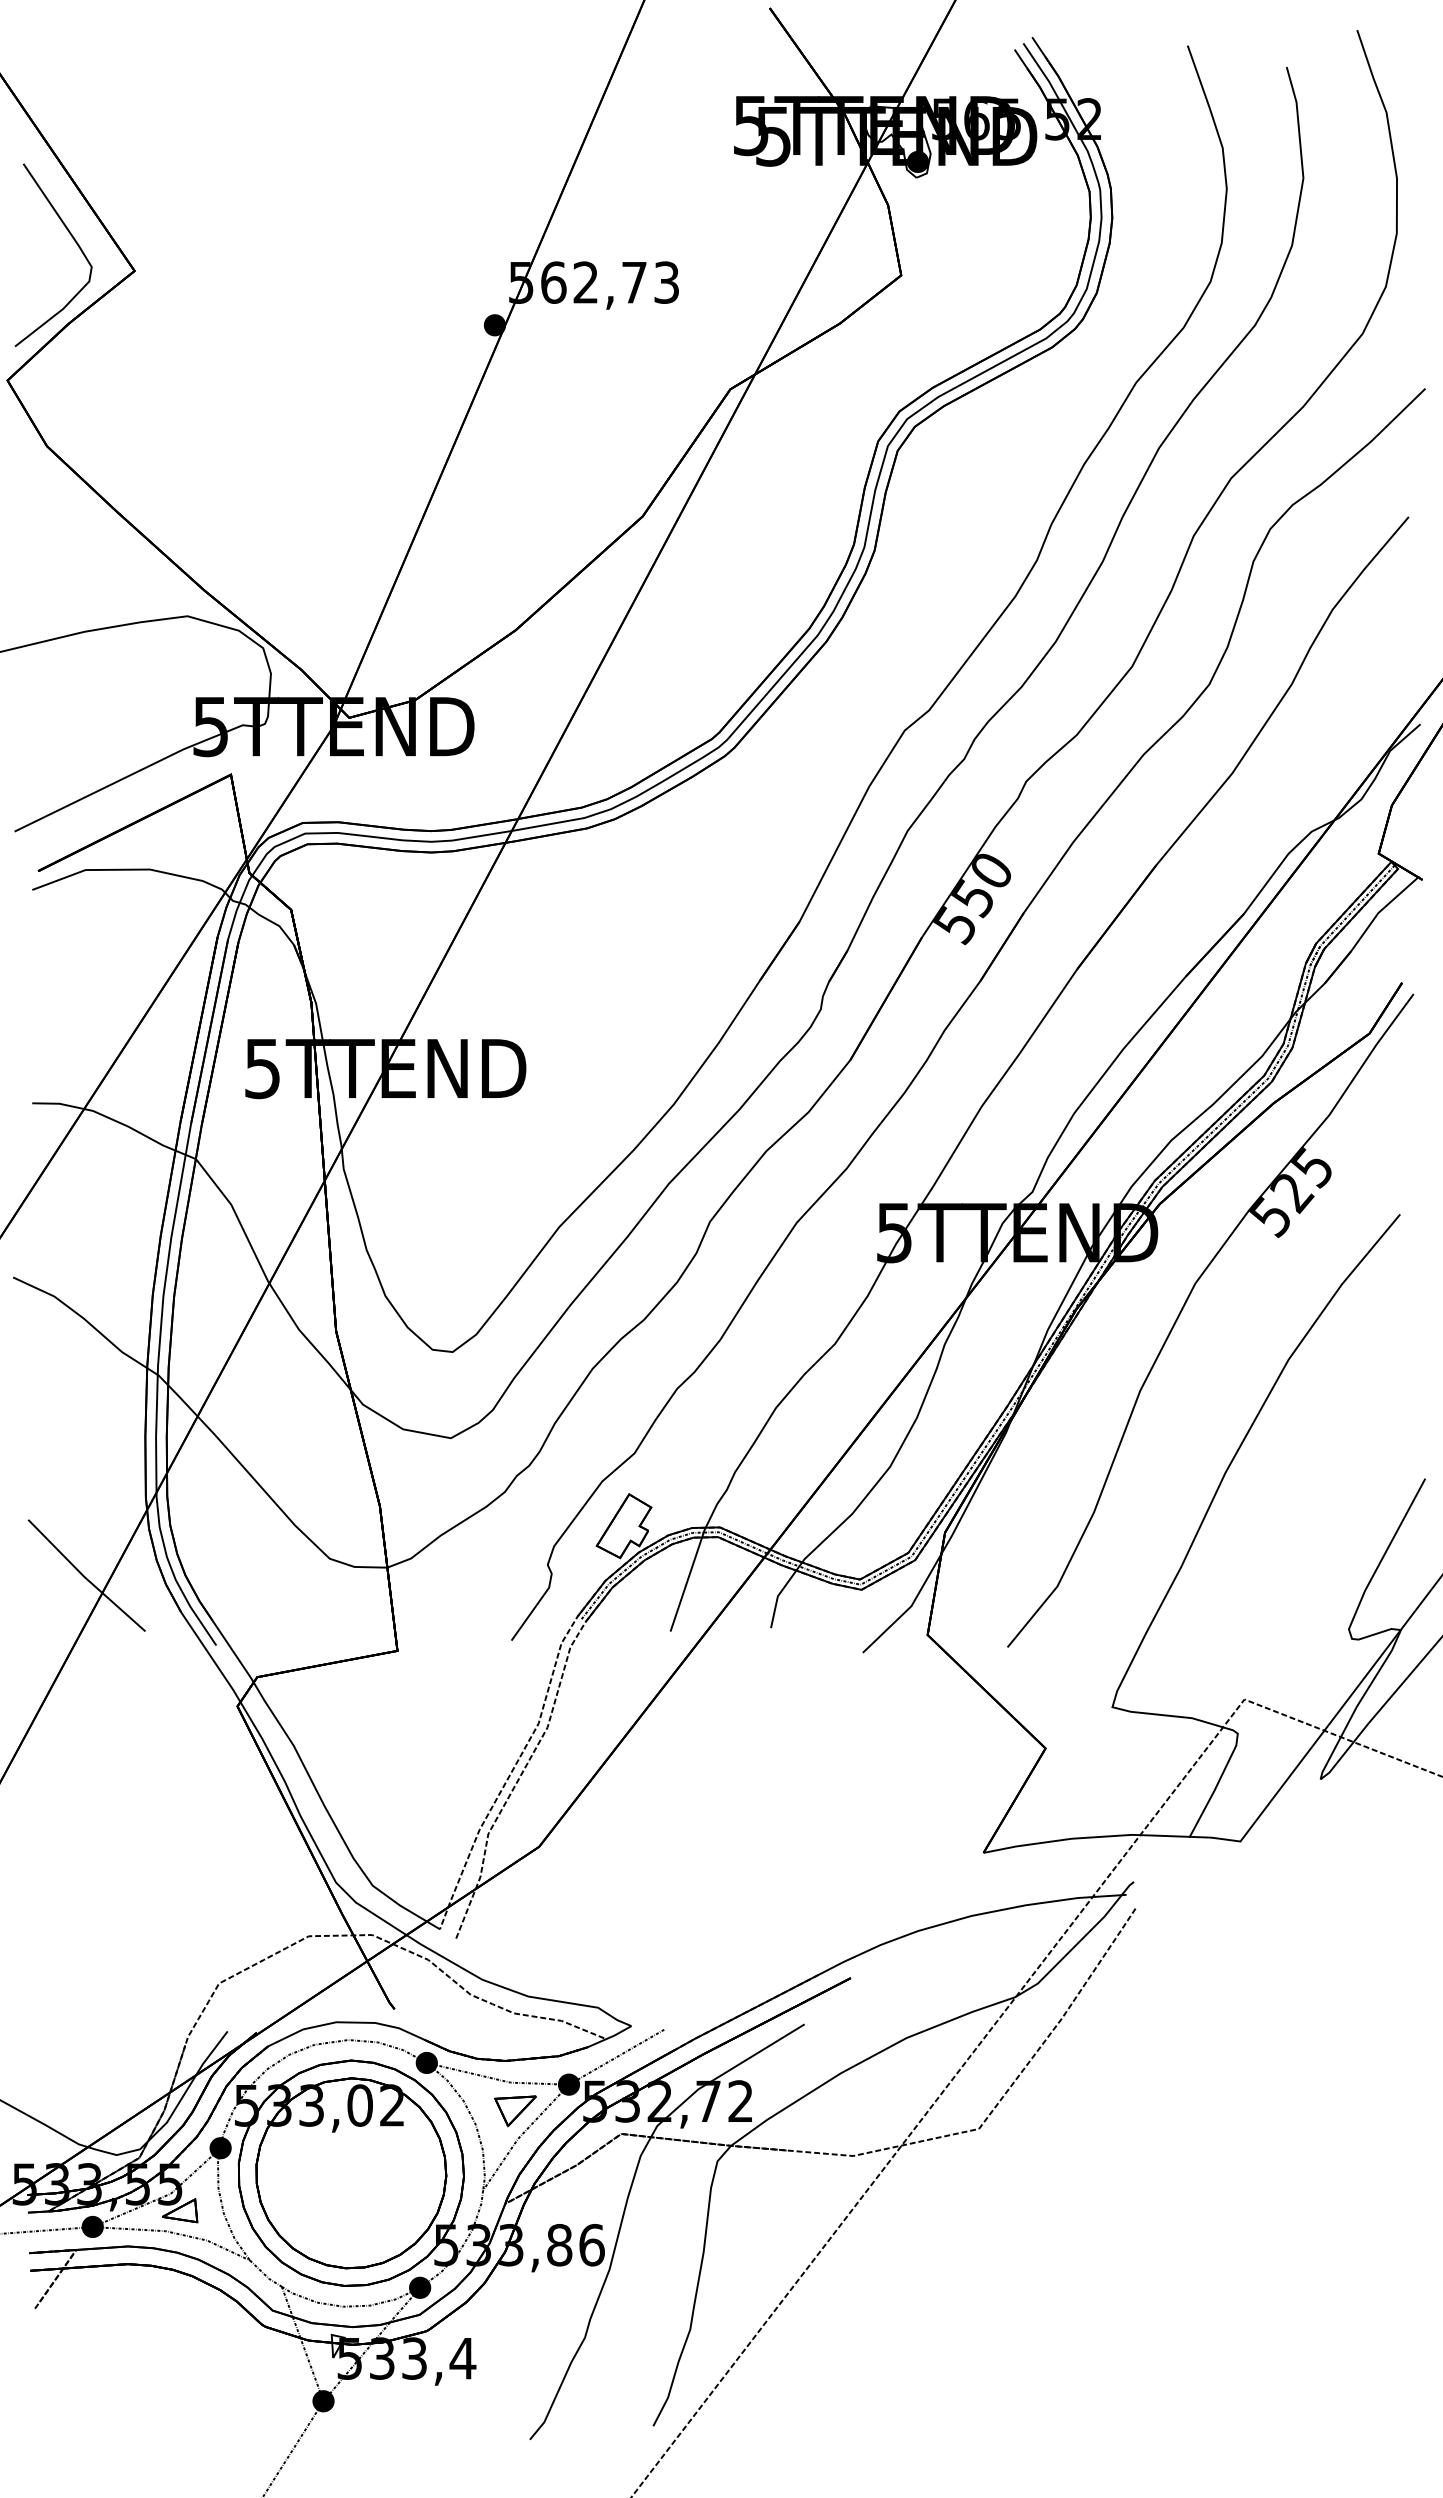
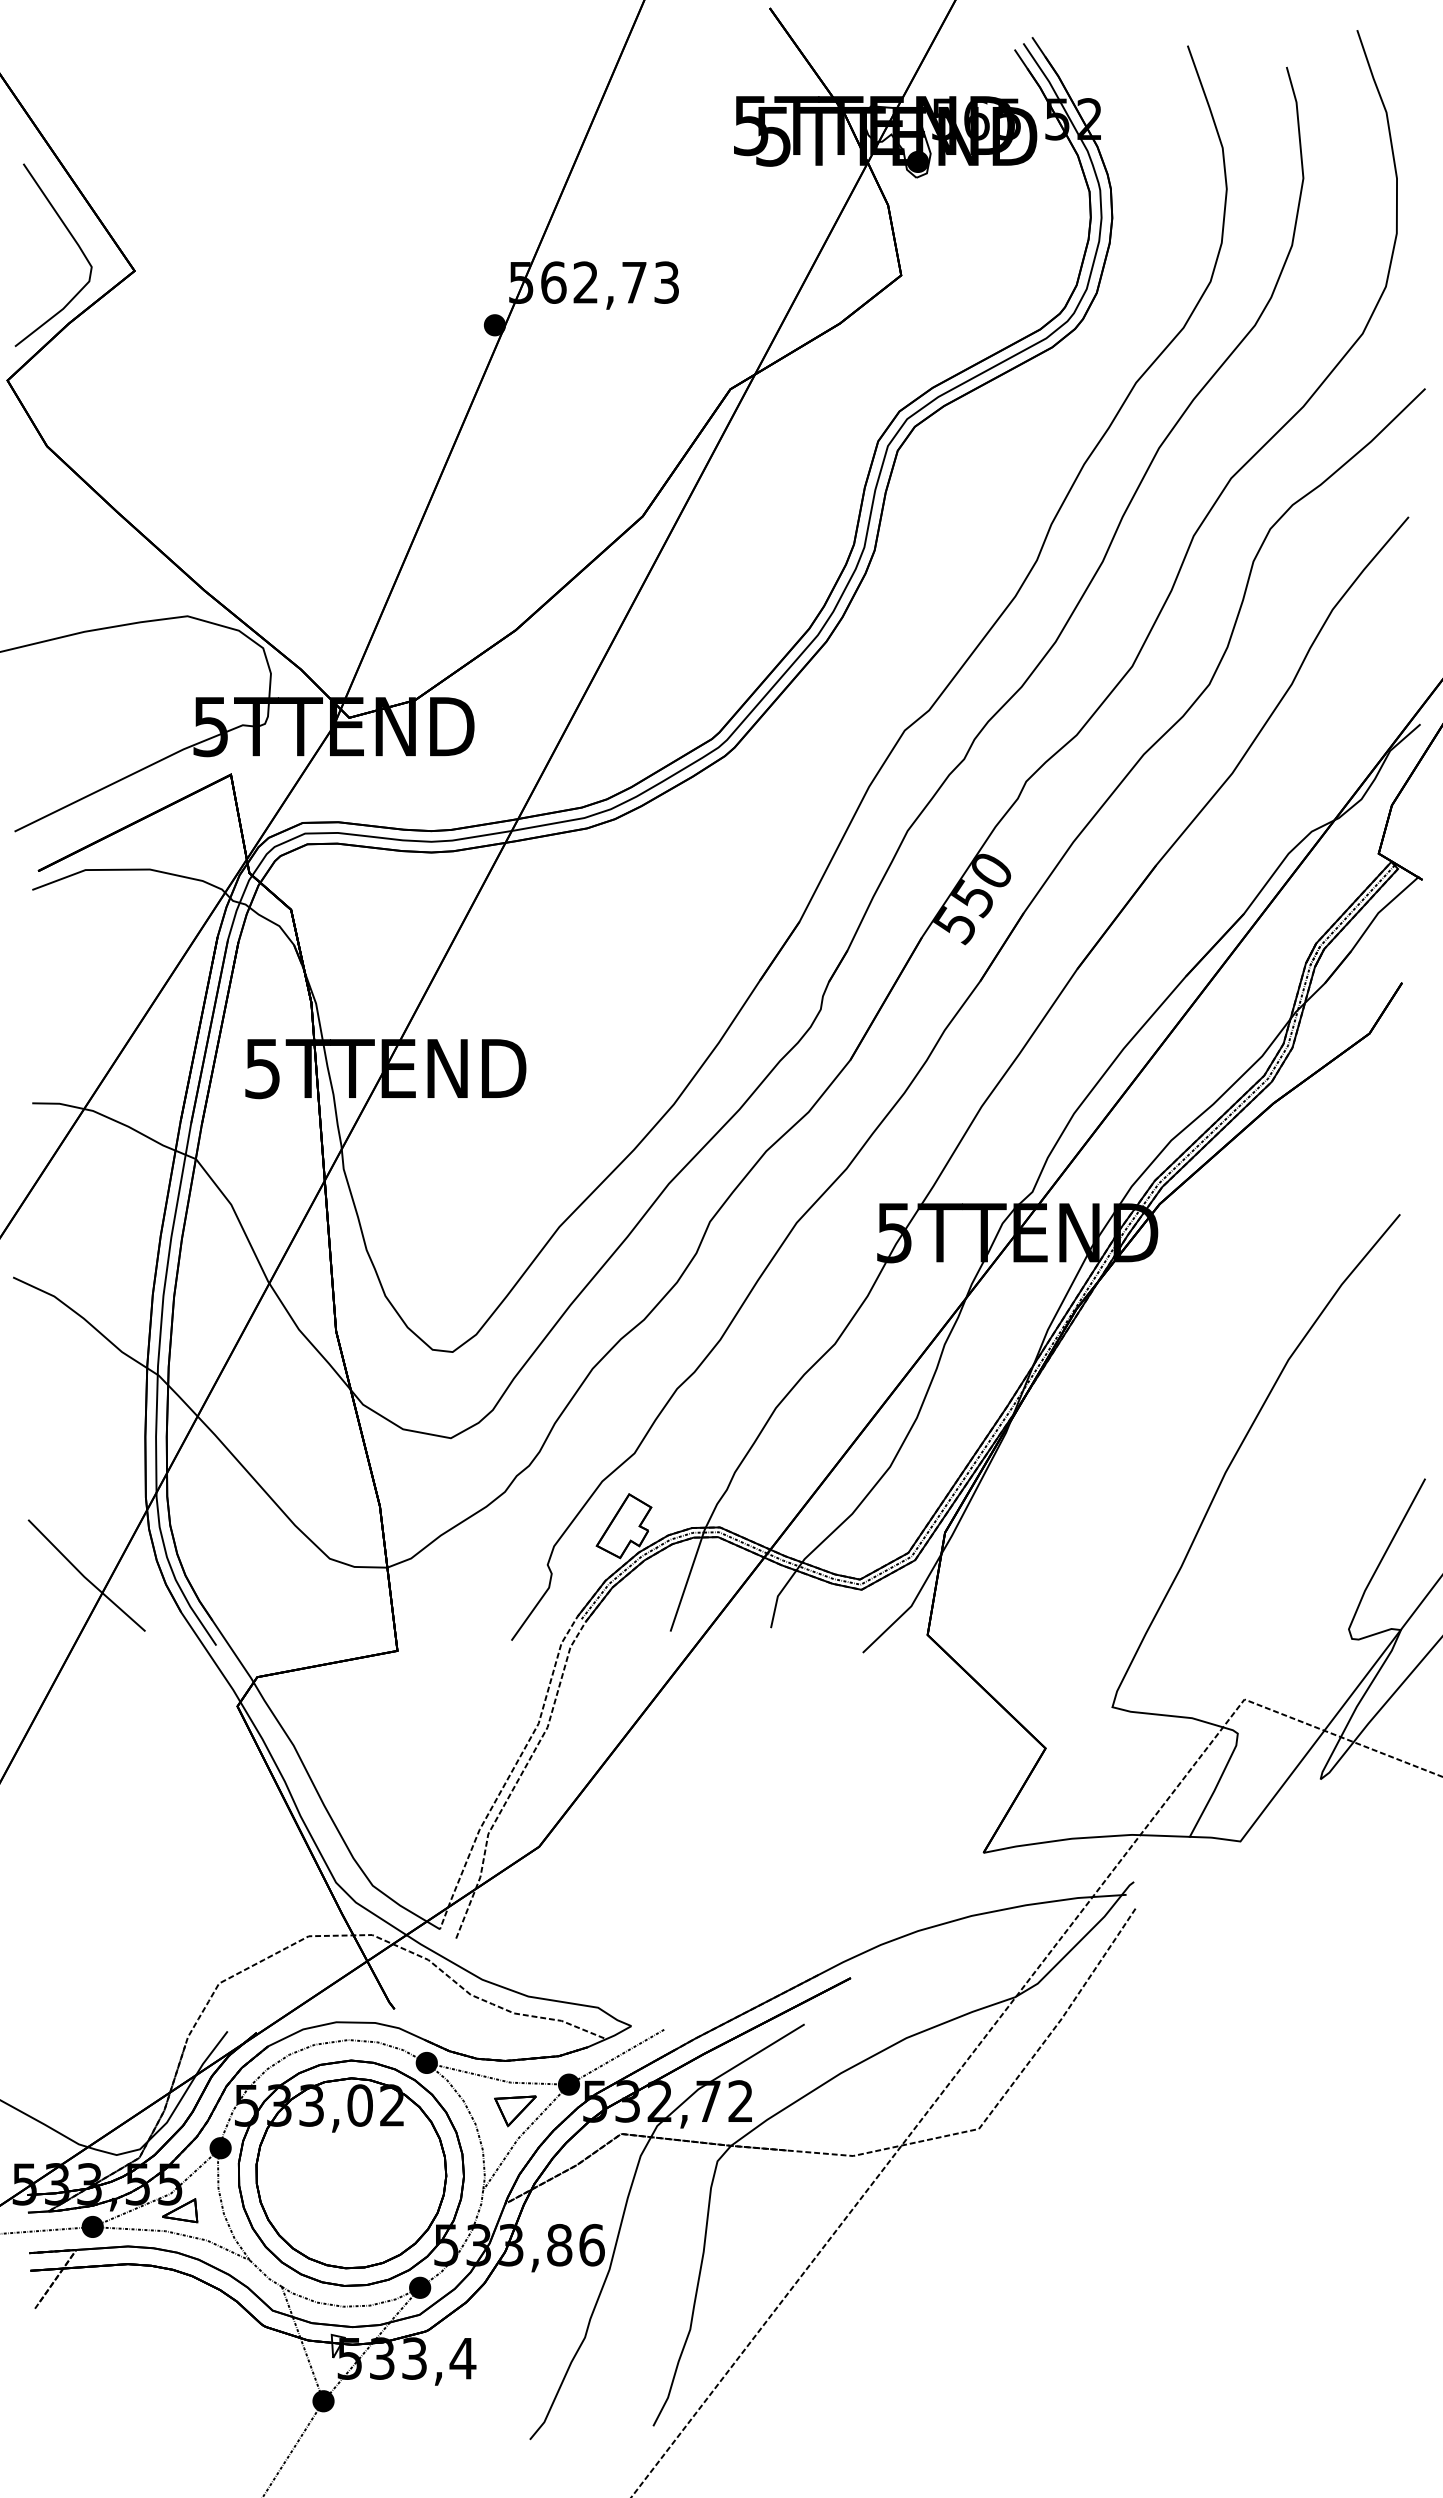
part at (1184, 1307): present -> none
